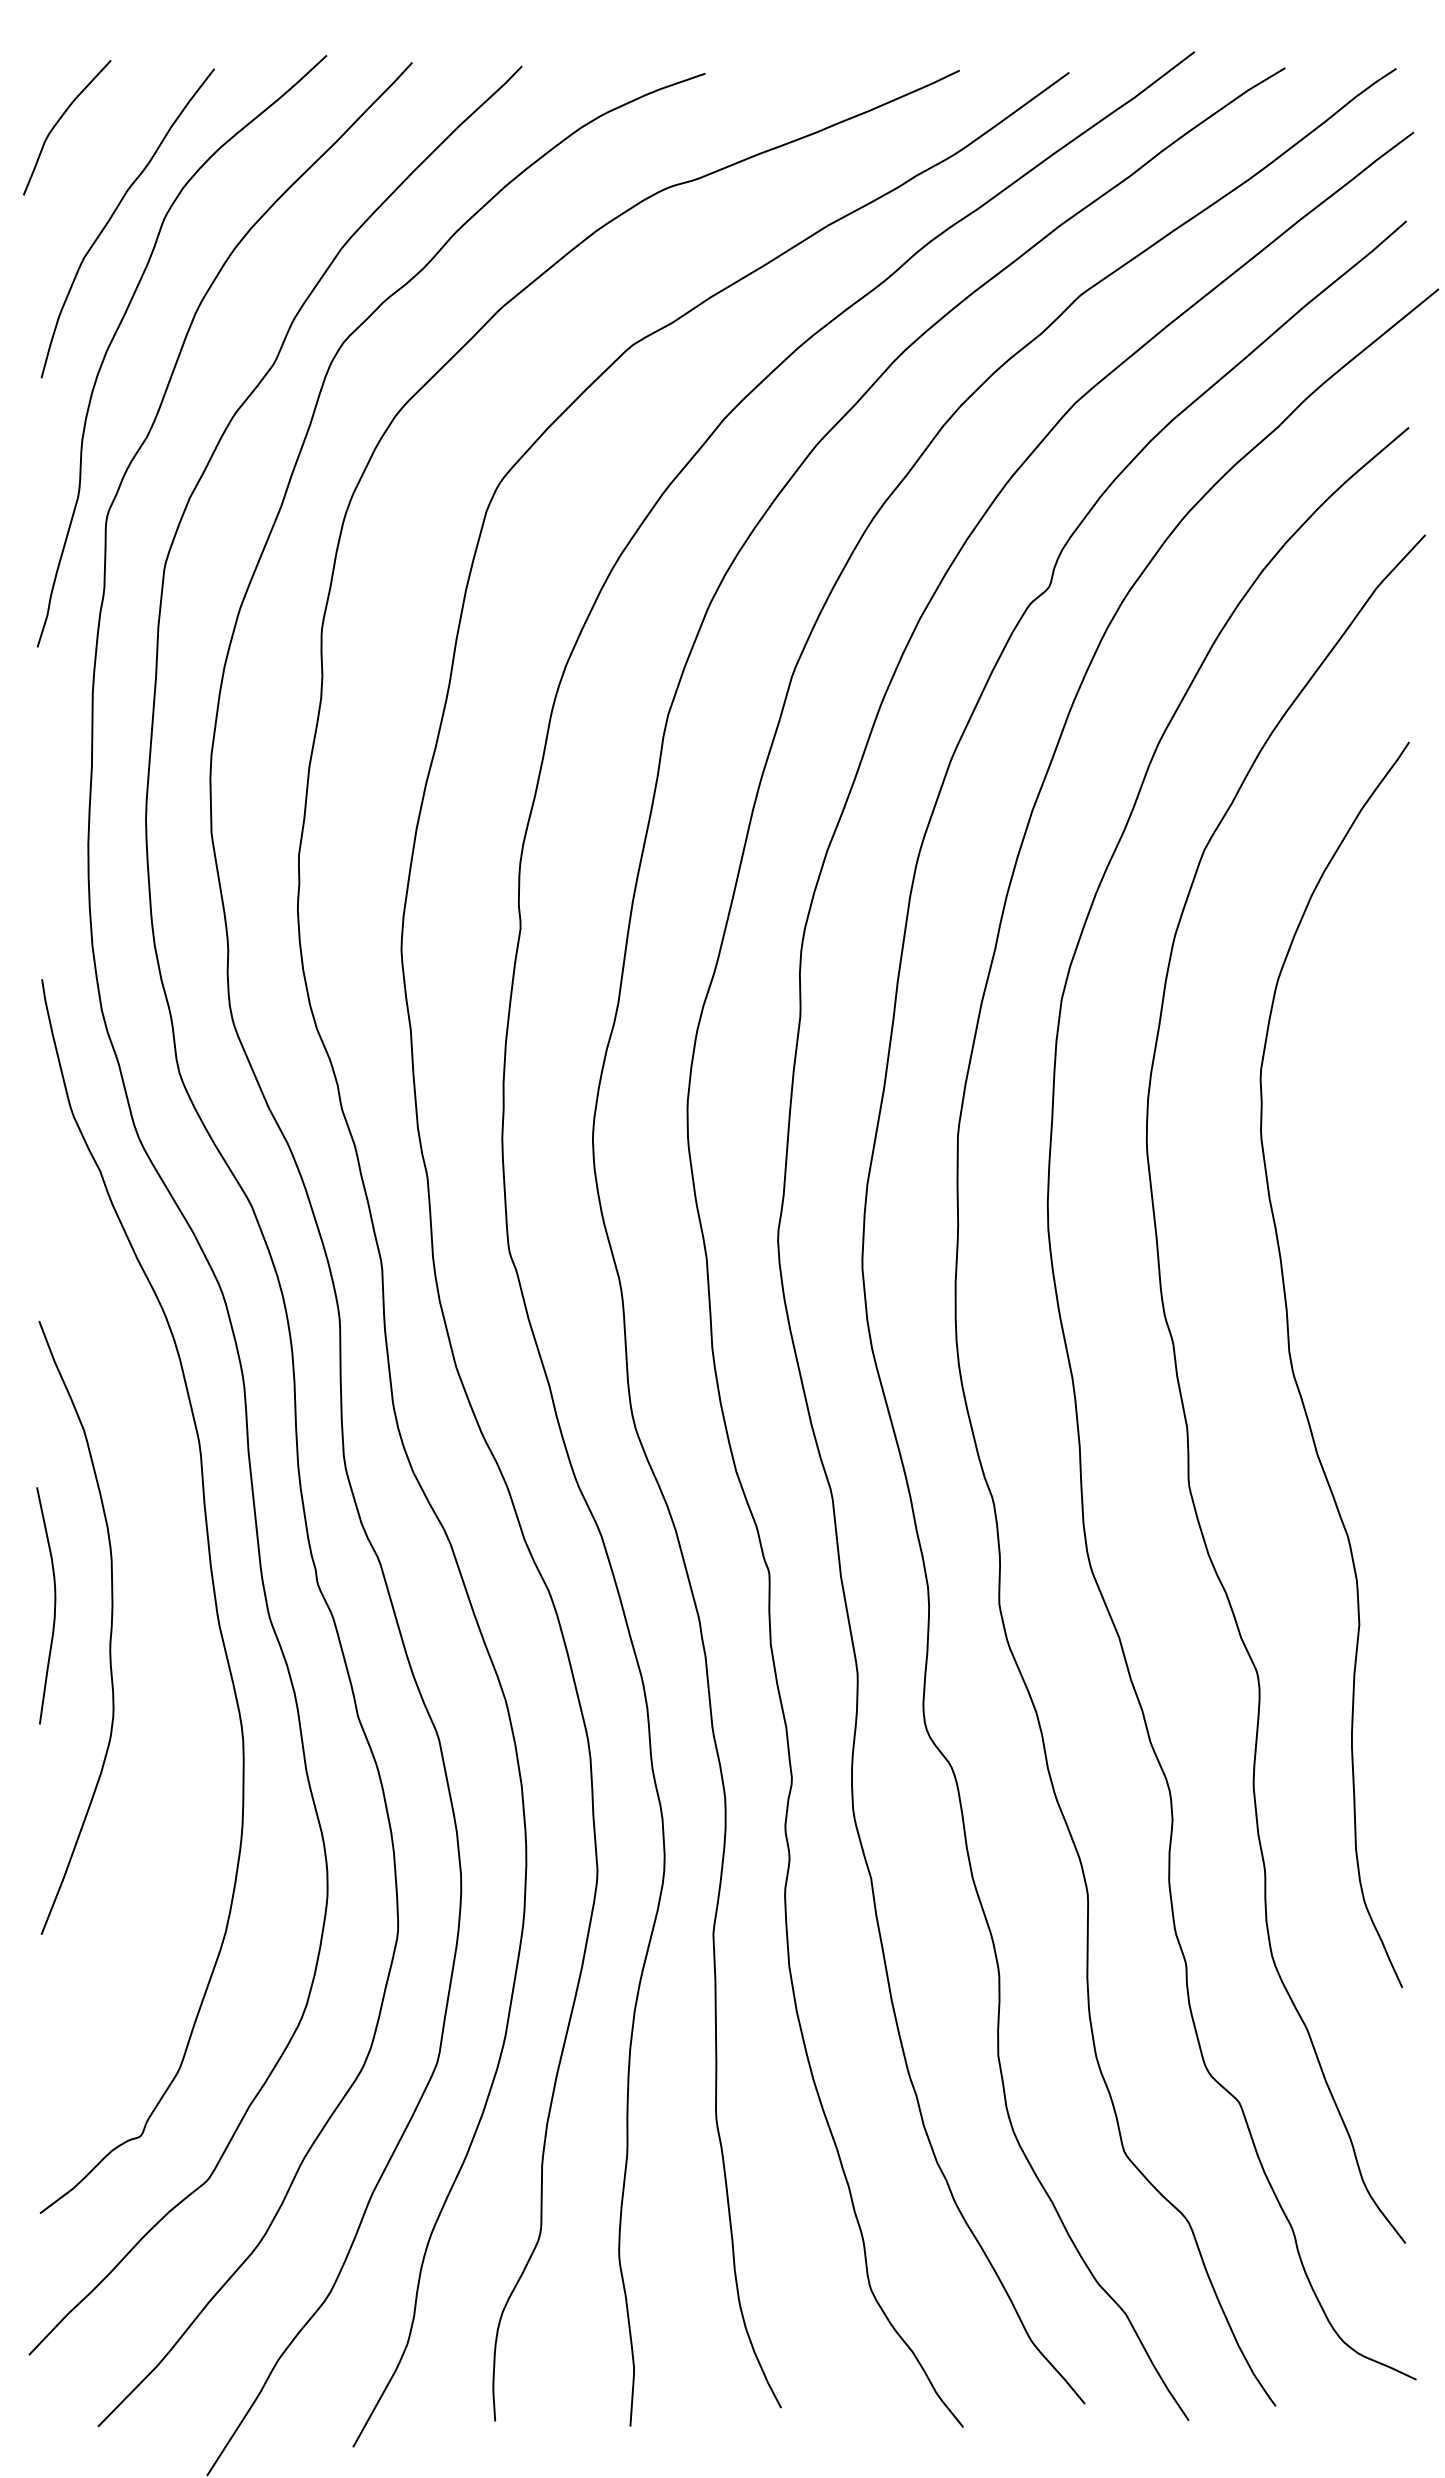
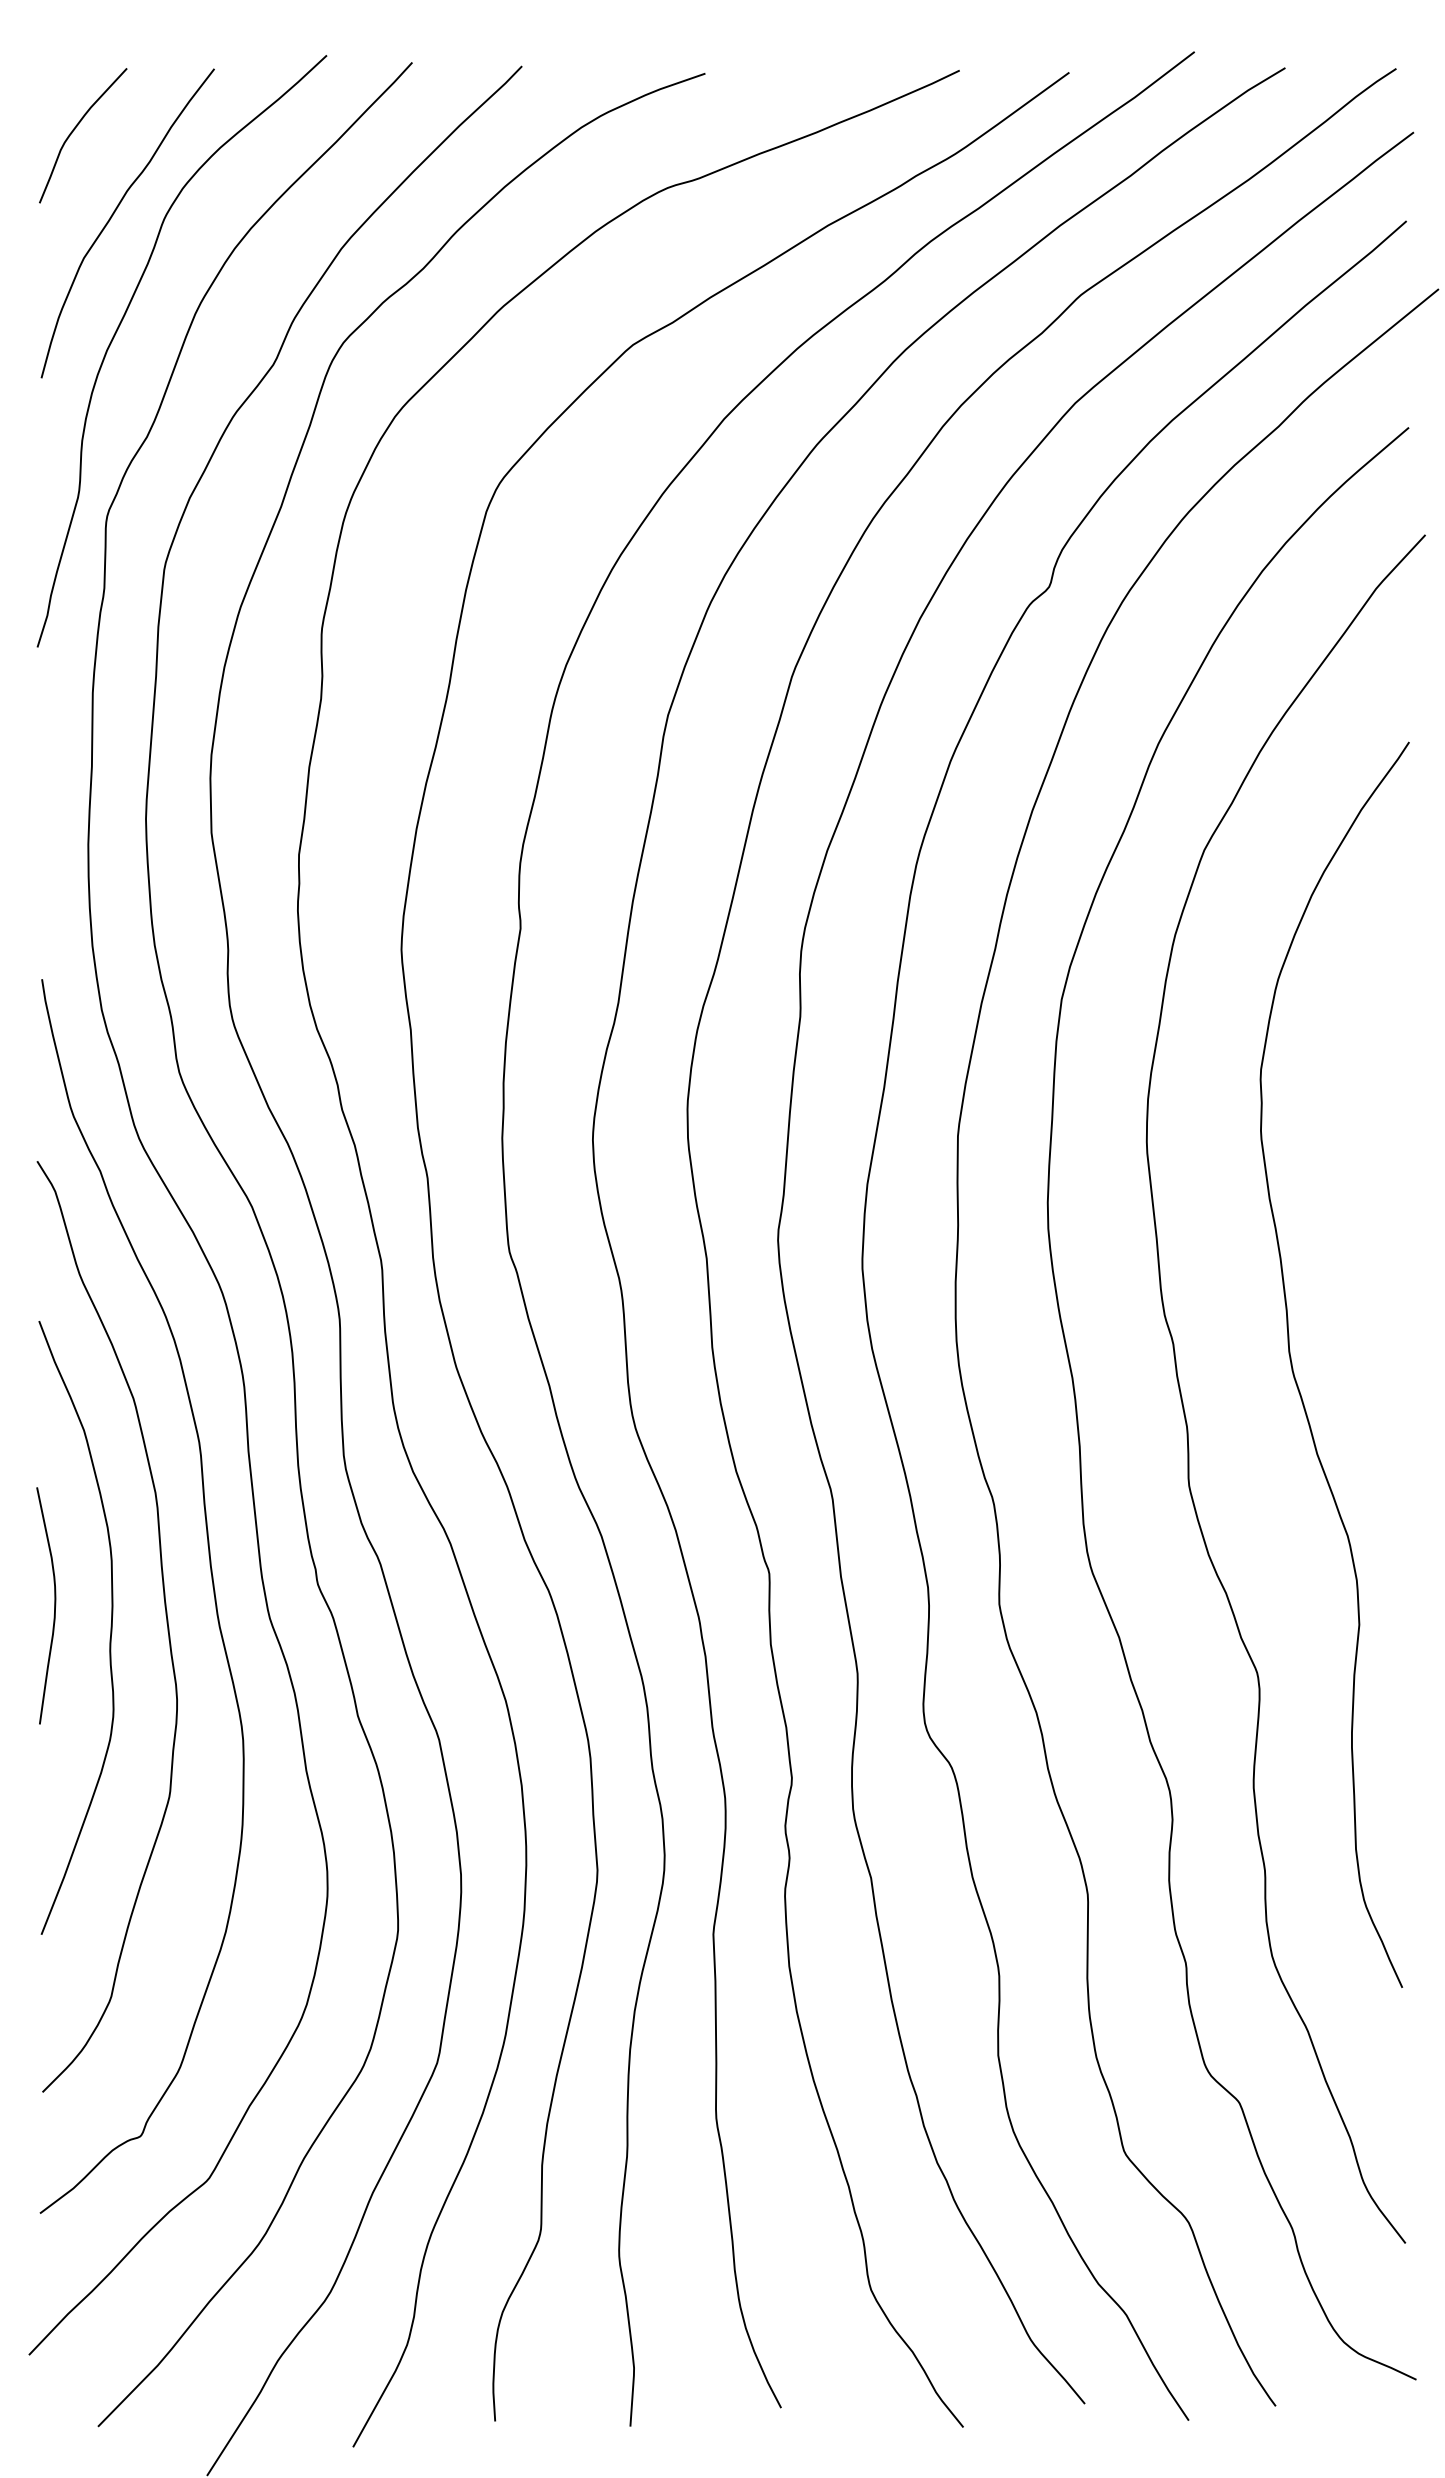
curve at (59, 121) position: (59, 121) -> (75, 129)
curve at (165, 1615): none -> present
